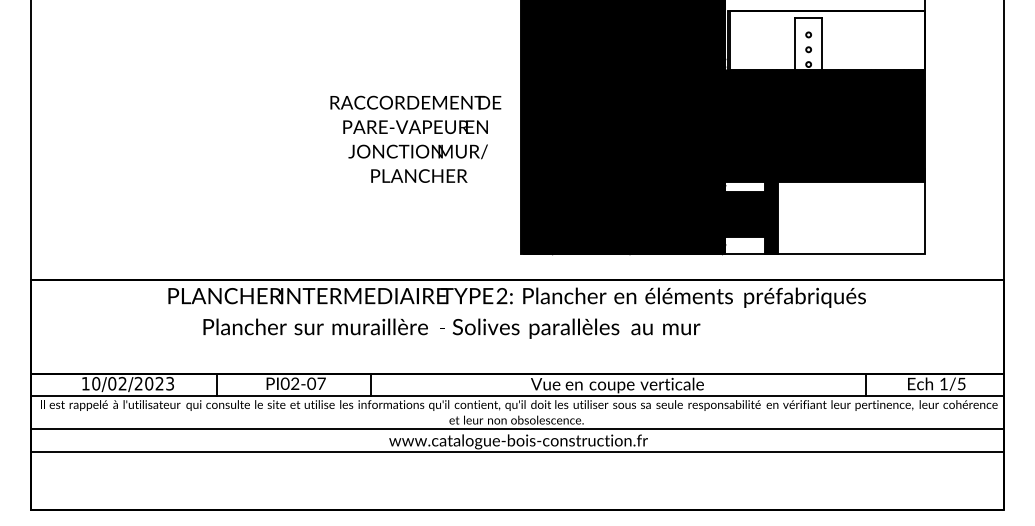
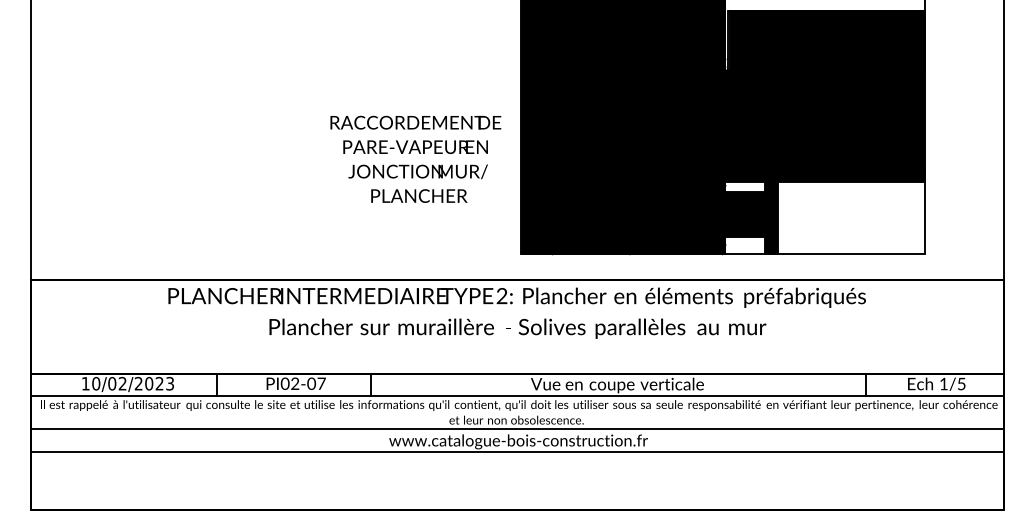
fill at (827, 40): none -> present
text at (415, 138) position: (415, 138) -> (415, 158)
text at (451, 328) position: (451, 328) -> (517, 328)
